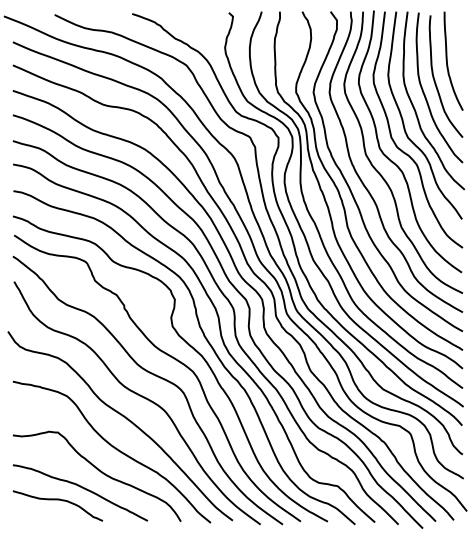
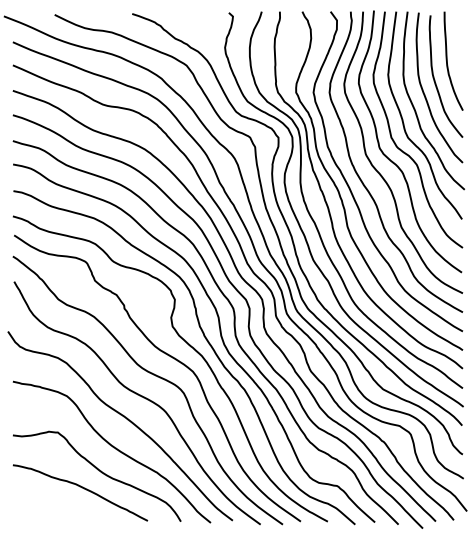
curve at (57, 500): present -> none
